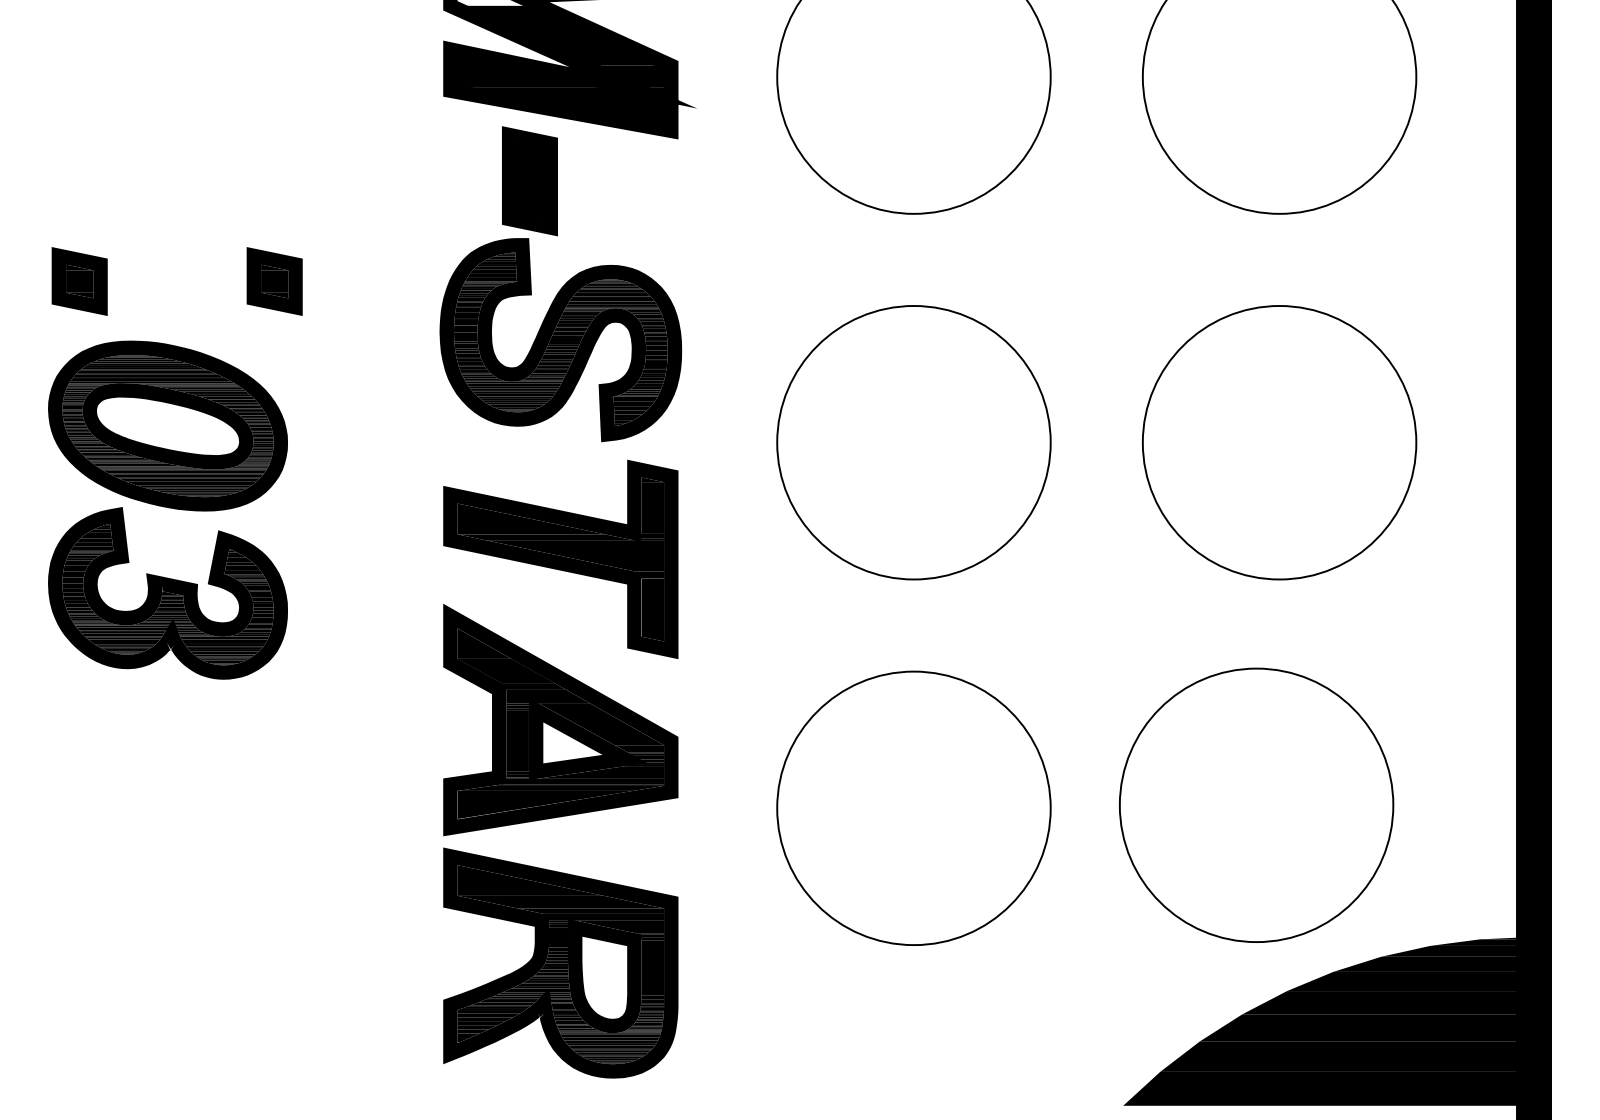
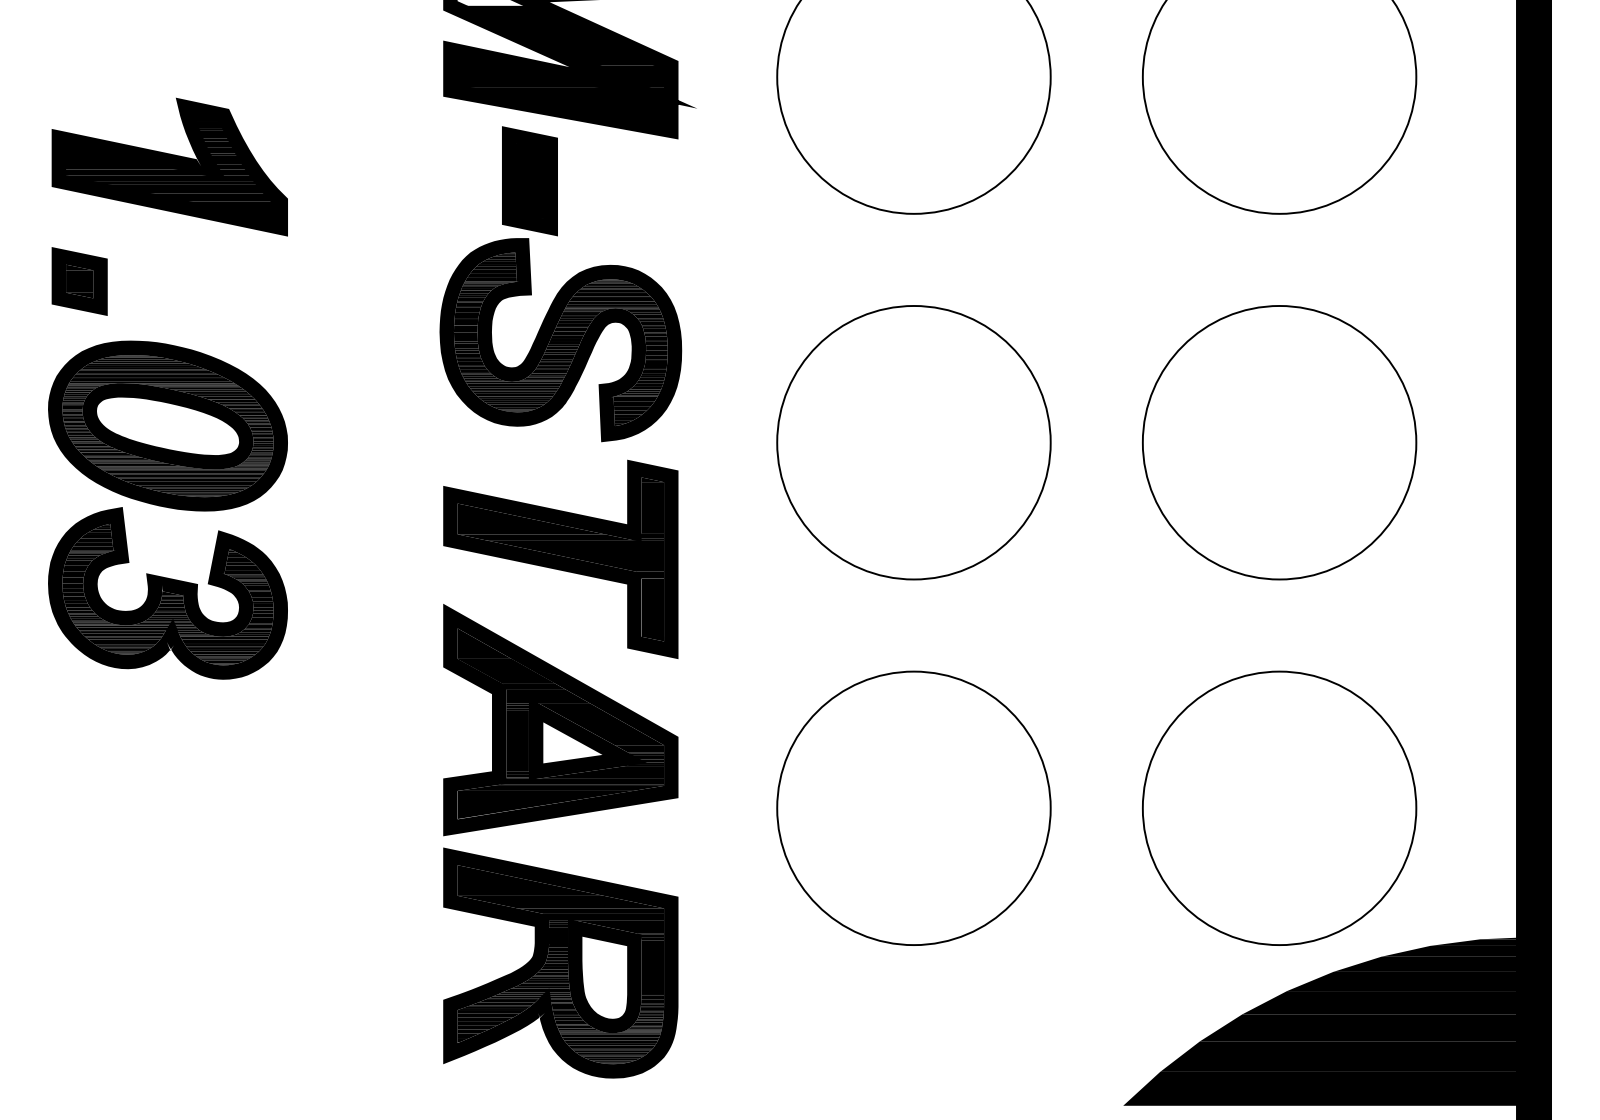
part at (169, 166): none -> present
part at (274, 281): present -> none
part at (1256, 804) position: (1256, 804) -> (1279, 807)
